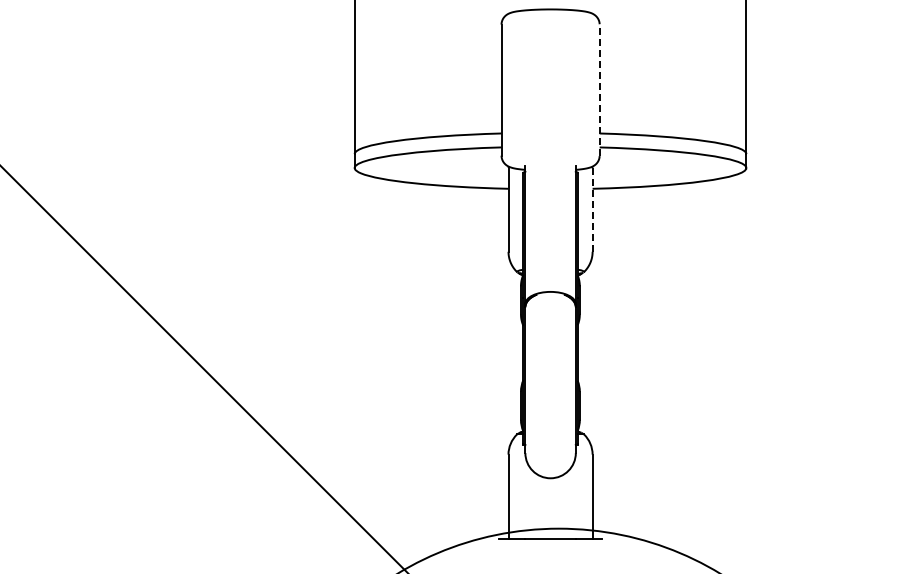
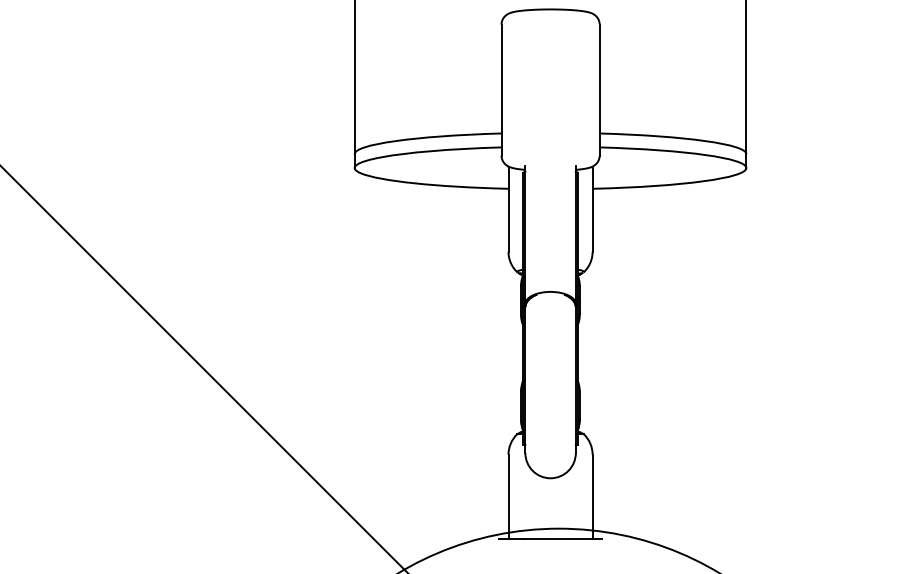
line at (599, 90): dashed -> solid
line at (592, 209): dashed -> solid
